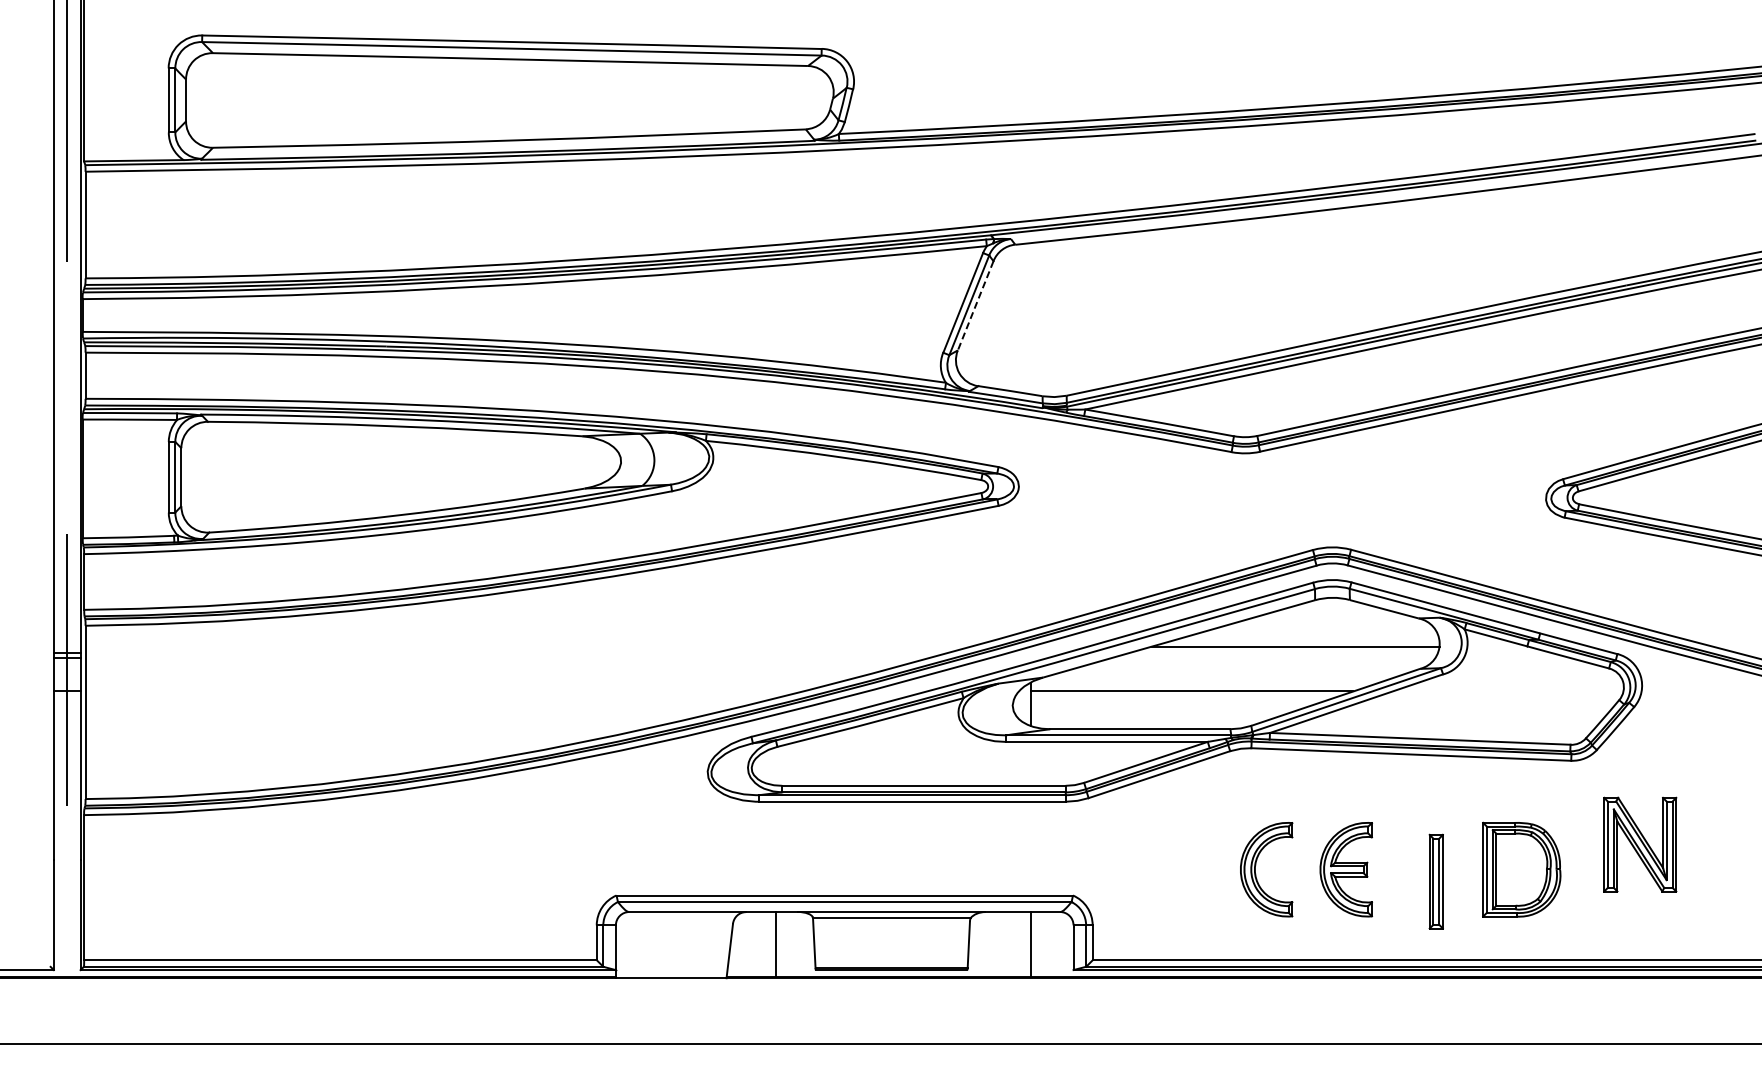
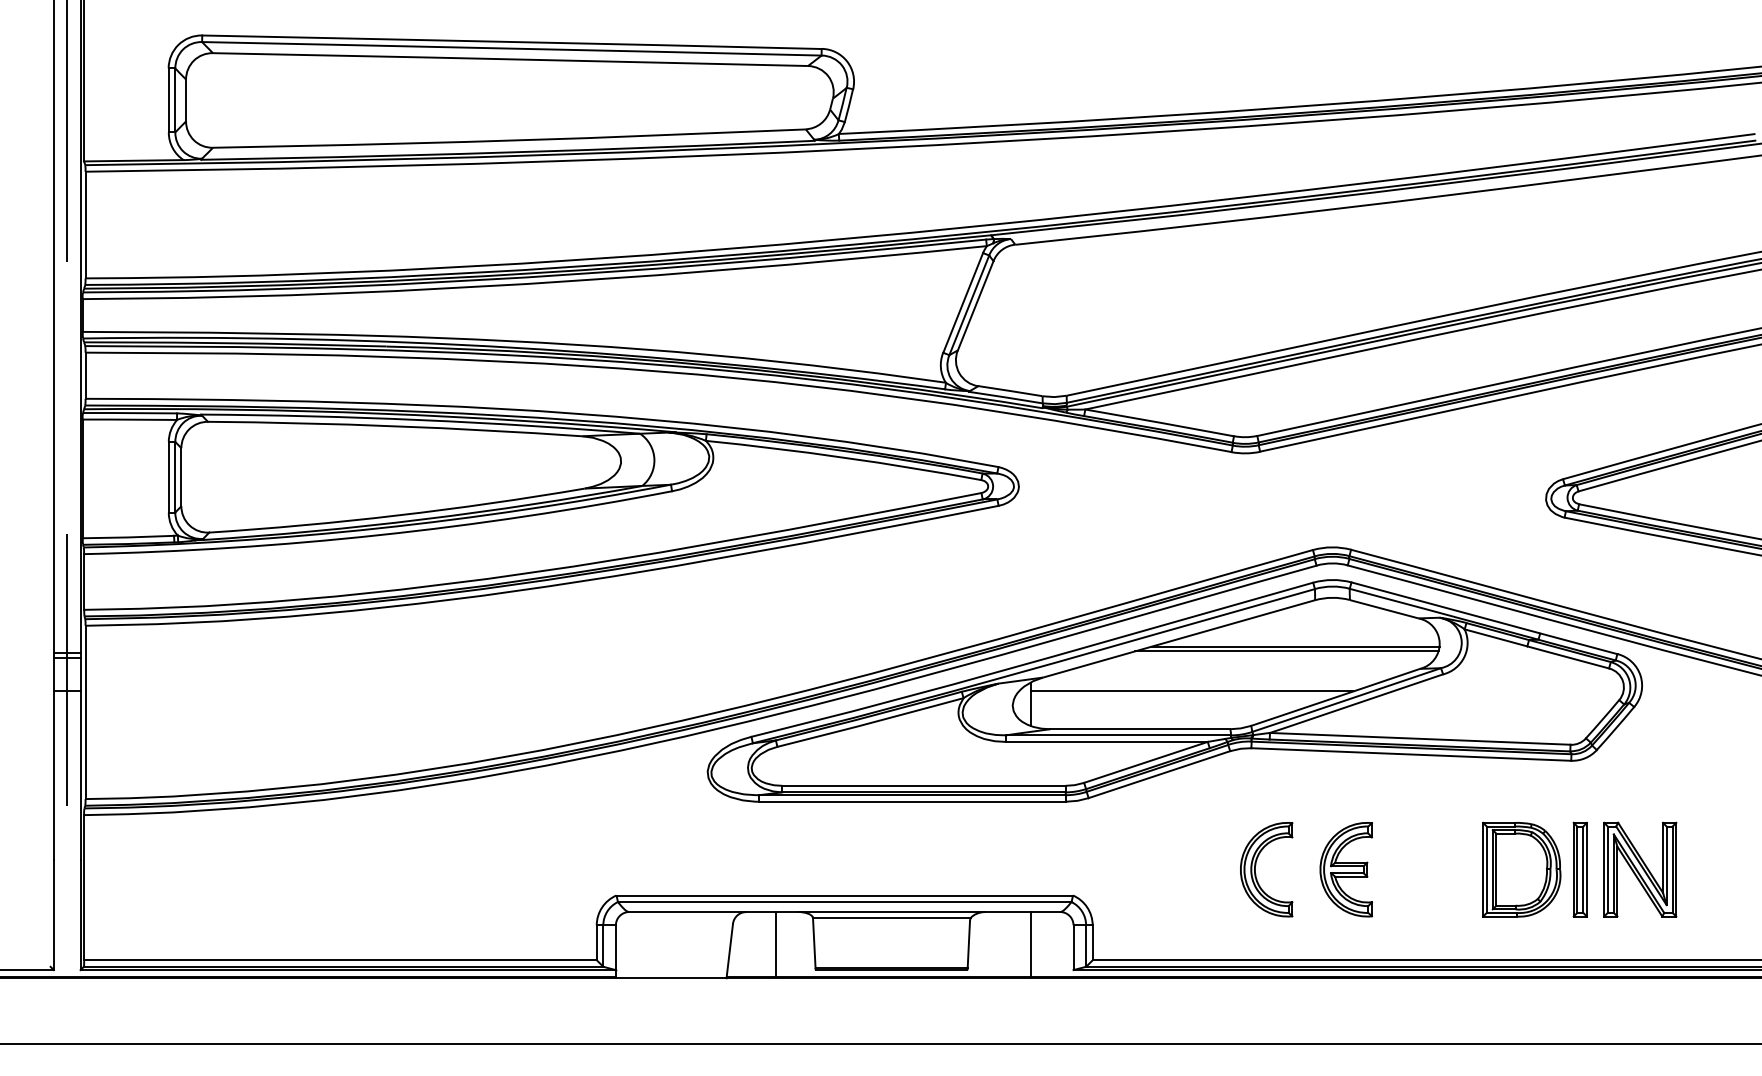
line at (975, 305): dashed -> solid
line at (1286, 651): none -> present
part at (1640, 844) position: (1640, 844) -> (1640, 869)
part at (1435, 881) position: (1435, 881) -> (1579, 869)
